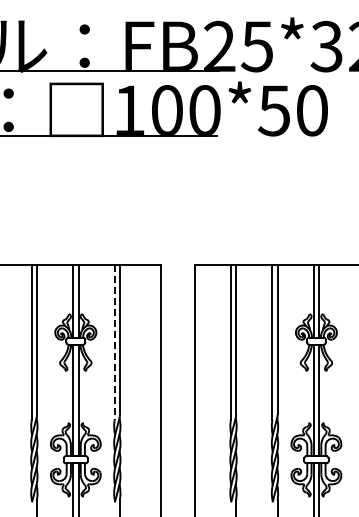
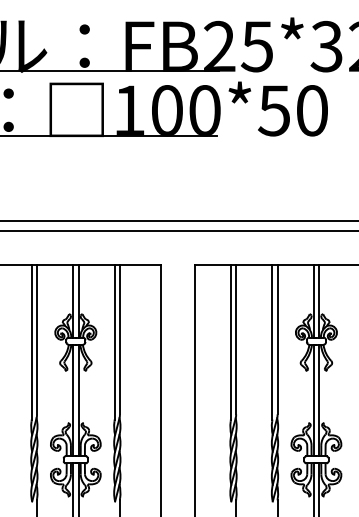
line at (178, 220): none -> present
line at (178, 231): none -> present
line at (114, 342): dashed -> solid
